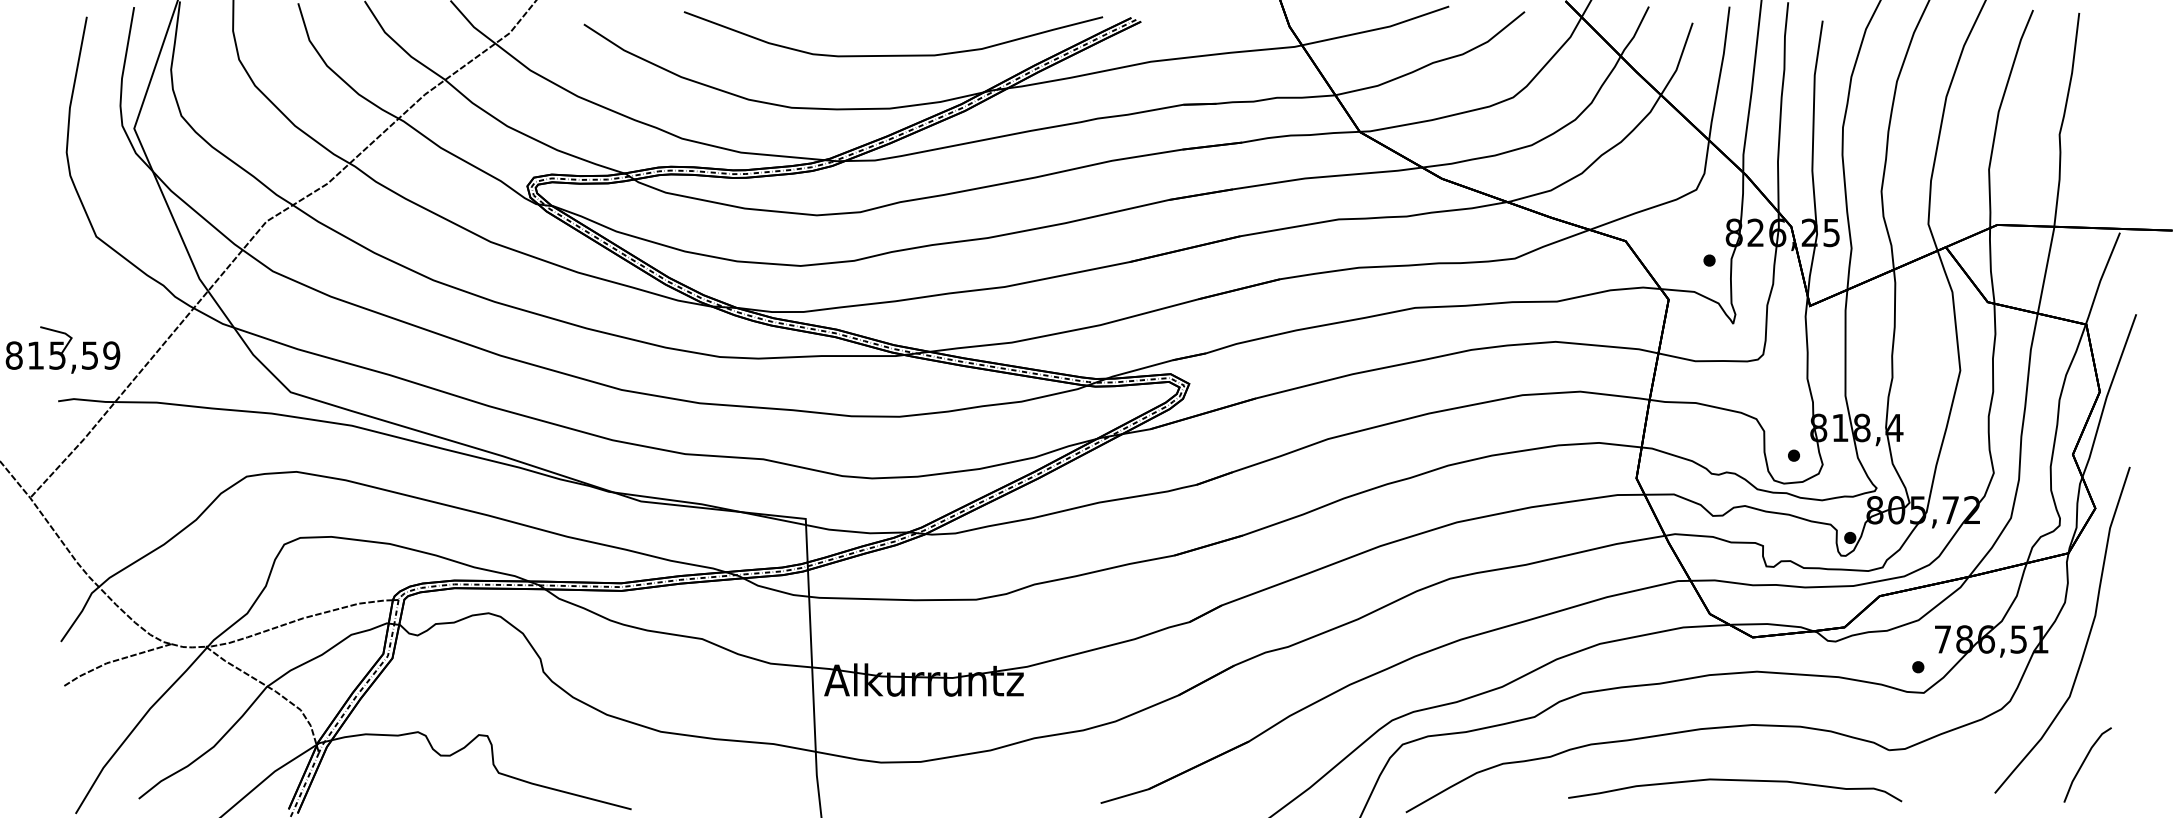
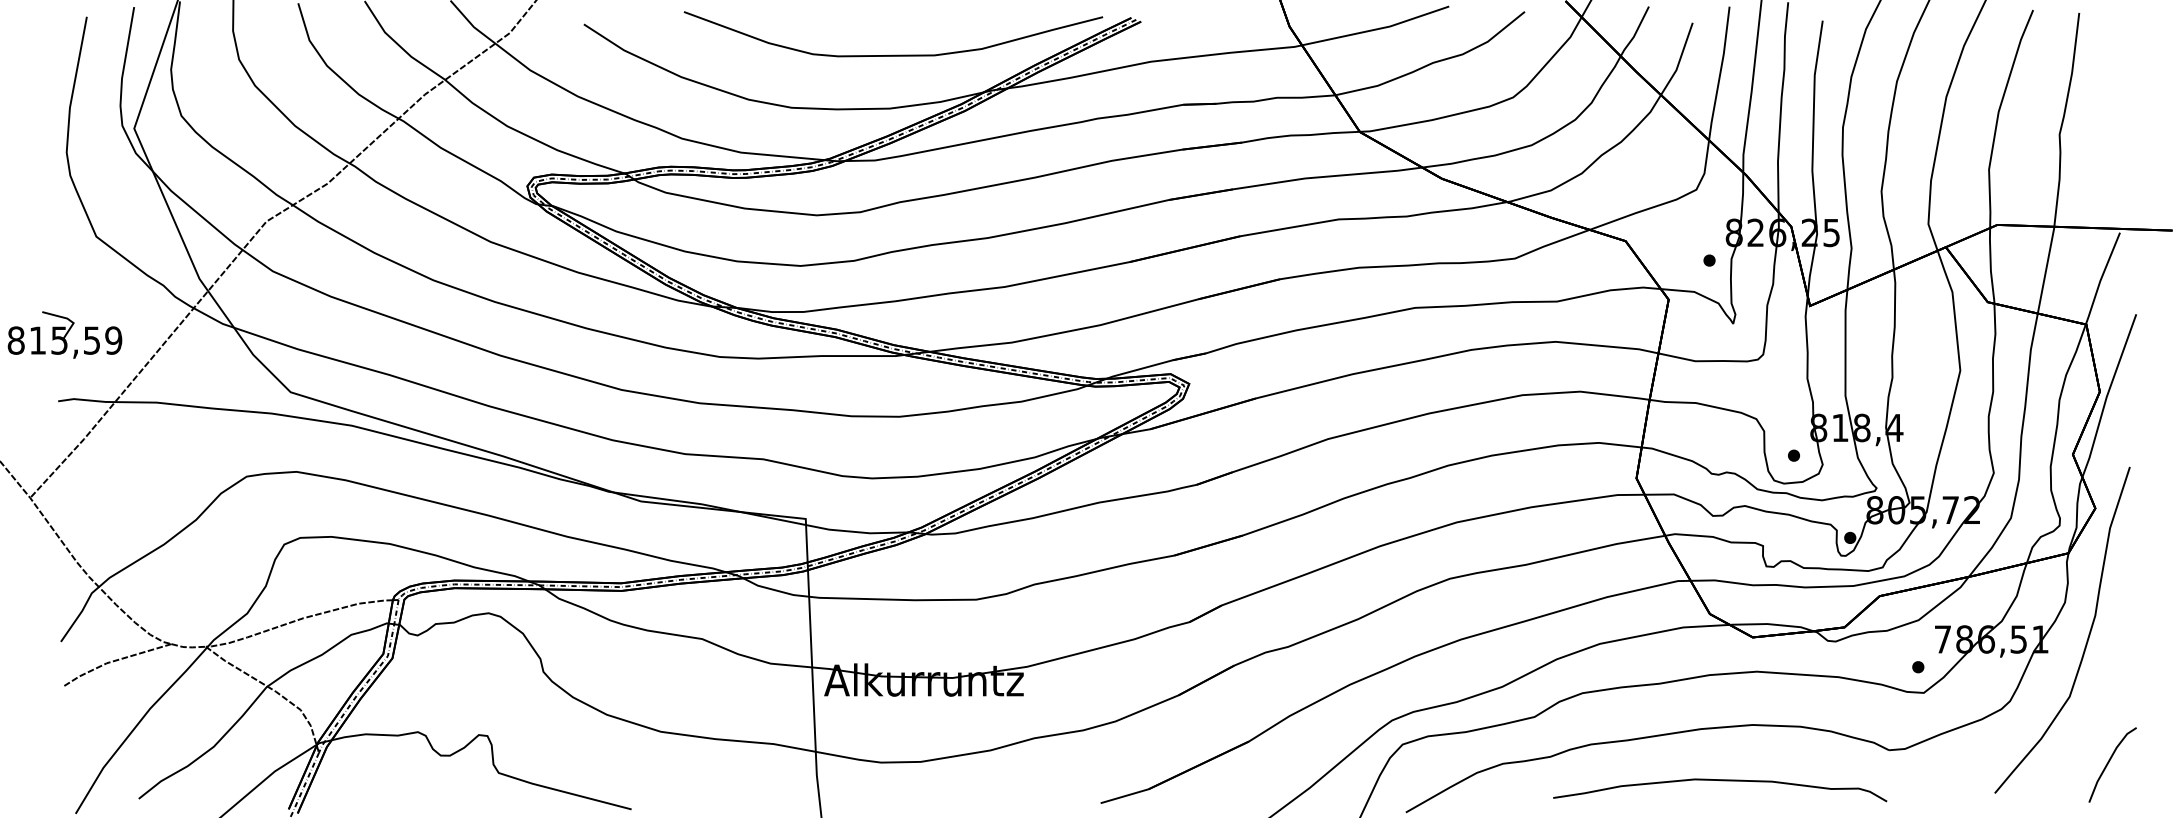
part at (62, 349) position: (62, 349) -> (64, 334)
line at (2084, 762) position: (2084, 762) -> (2109, 762)
curve at (1736, 781) position: (1736, 781) -> (1721, 781)
